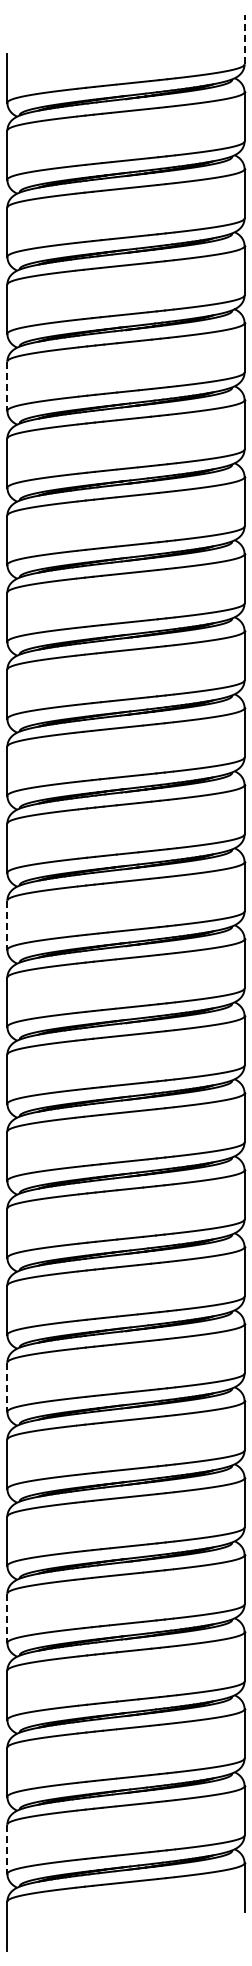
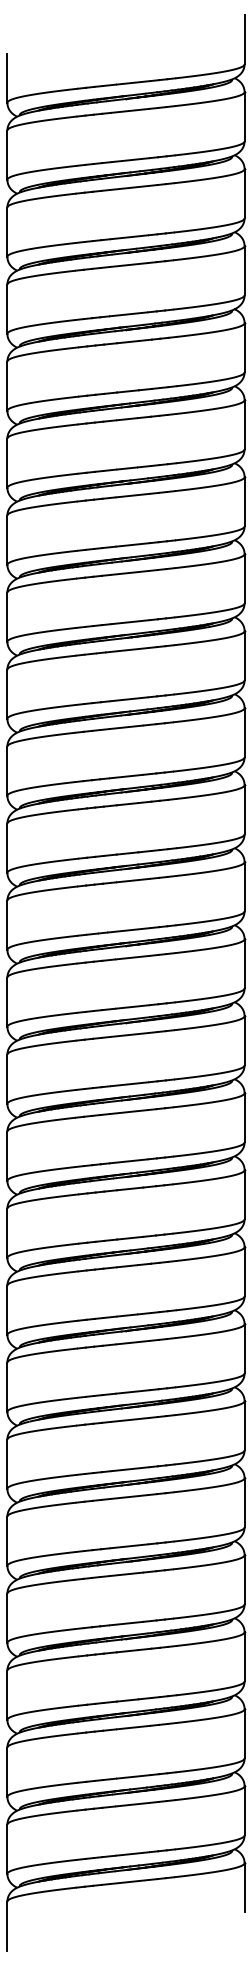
line at (244, 39): dashed -> solid
line at (7, 386): dashed -> solid
line at (7, 925): dashed -> solid
line at (7, 1387): dashed -> solid
line at (7, 1618): dashed -> solid
line at (7, 1849): dashed -> solid
